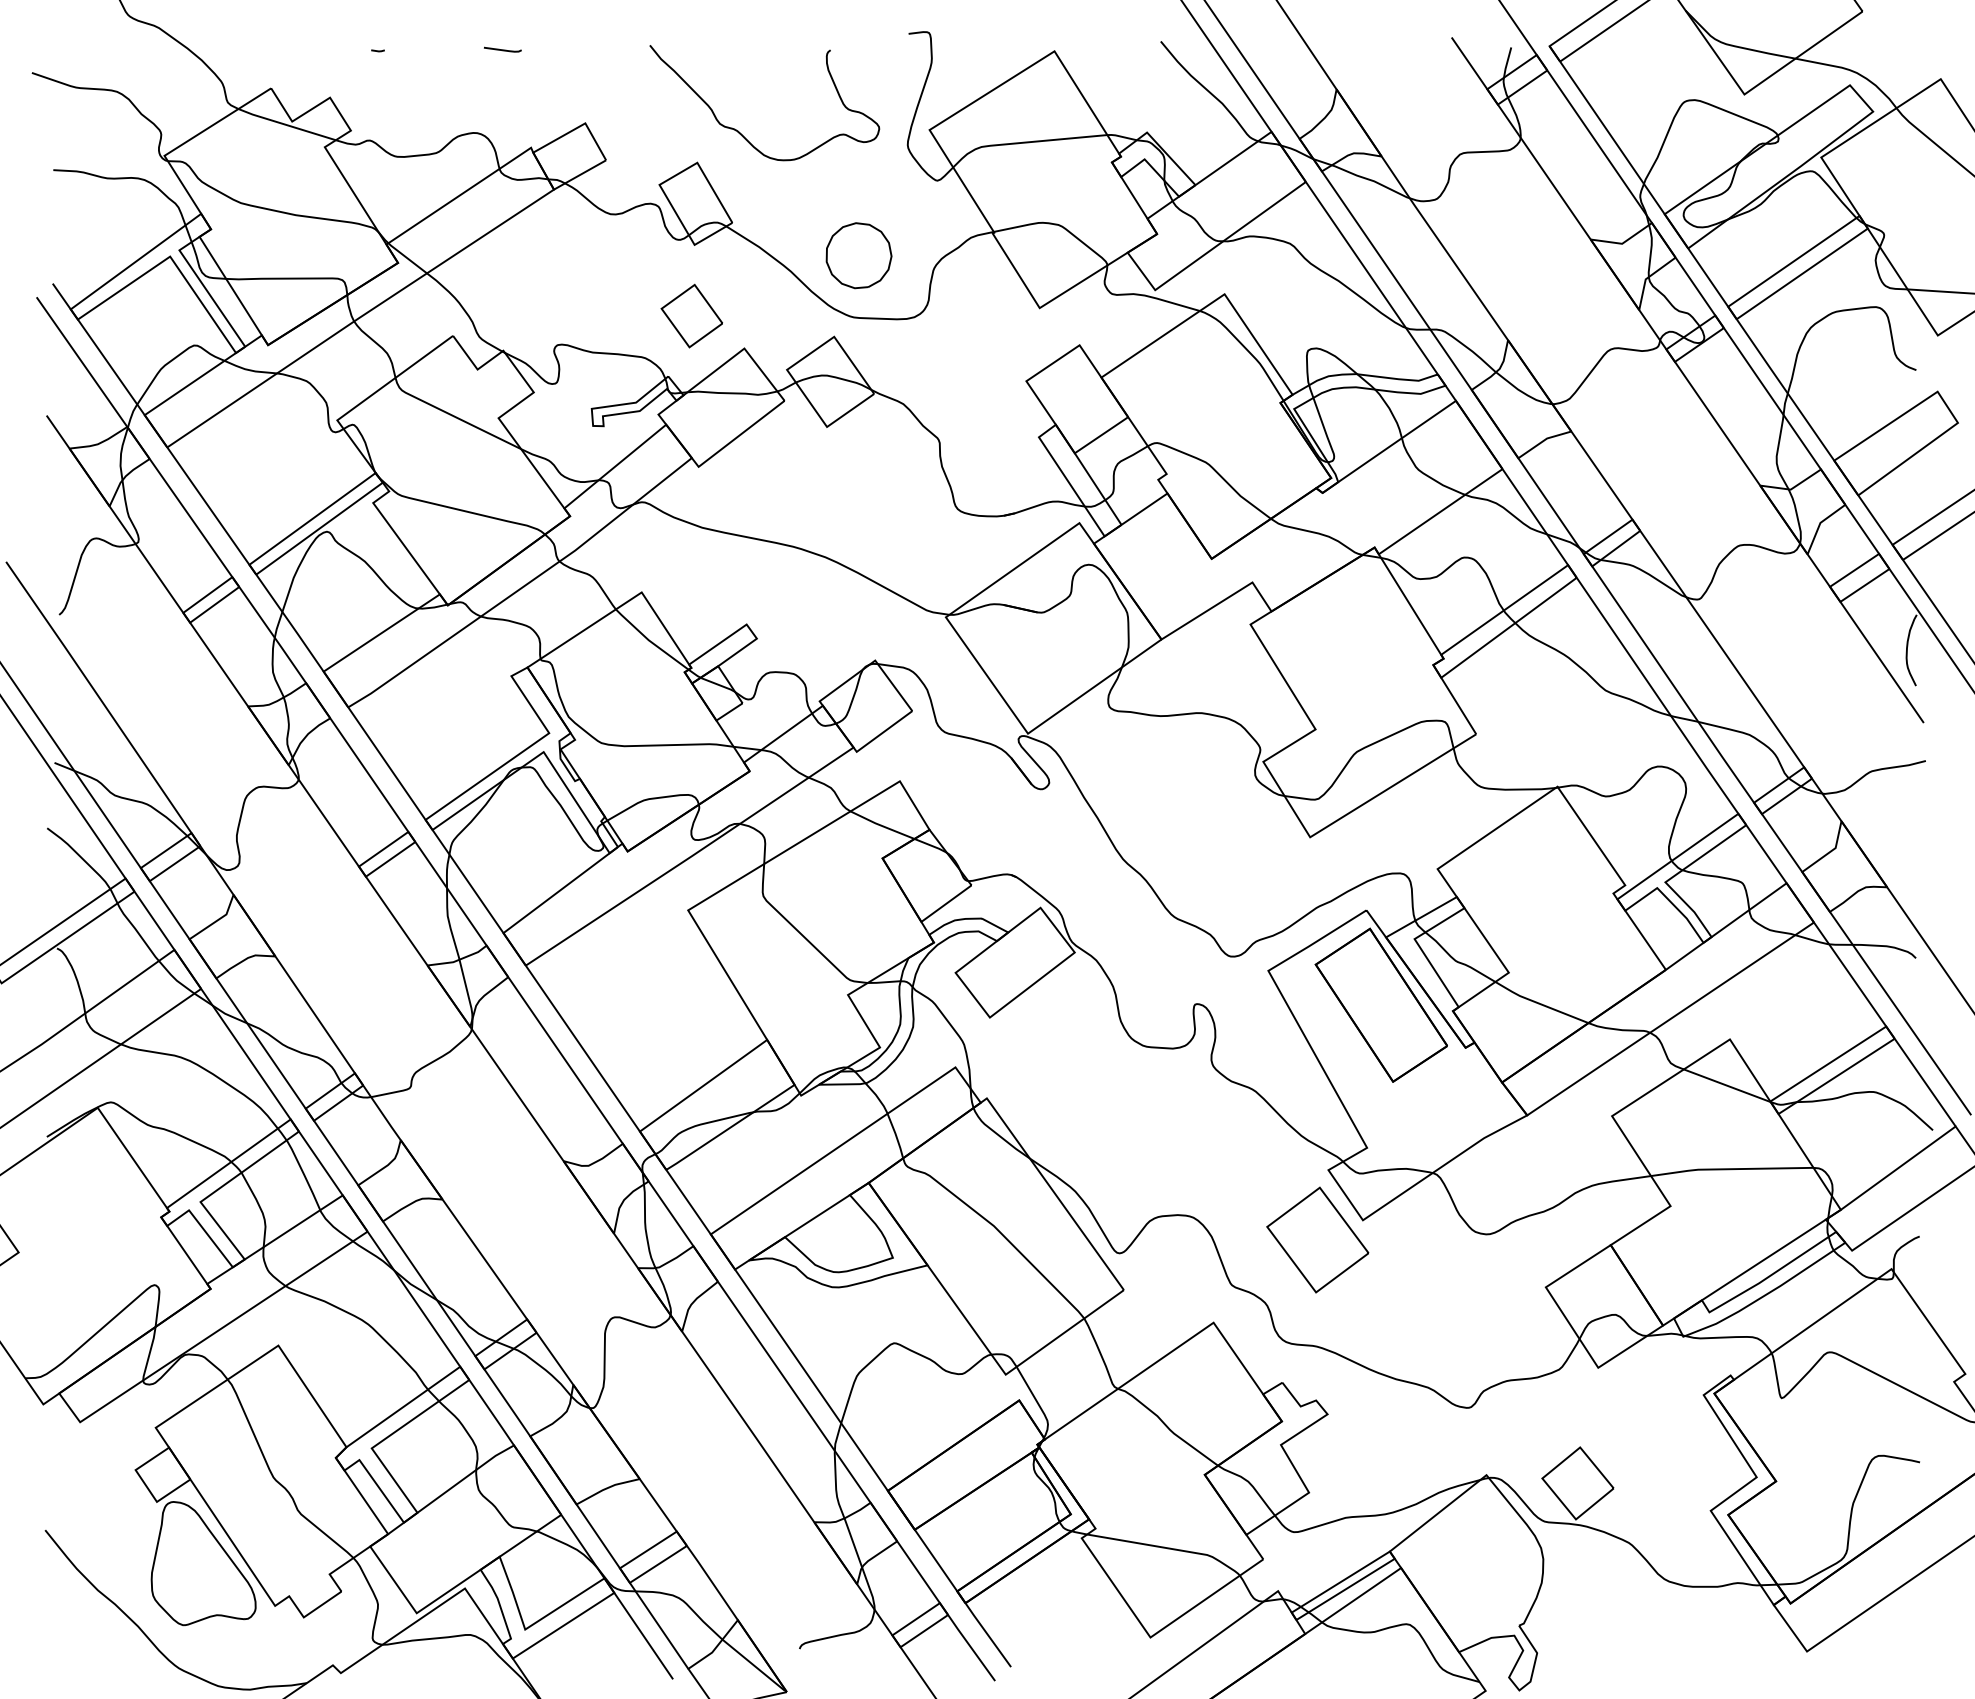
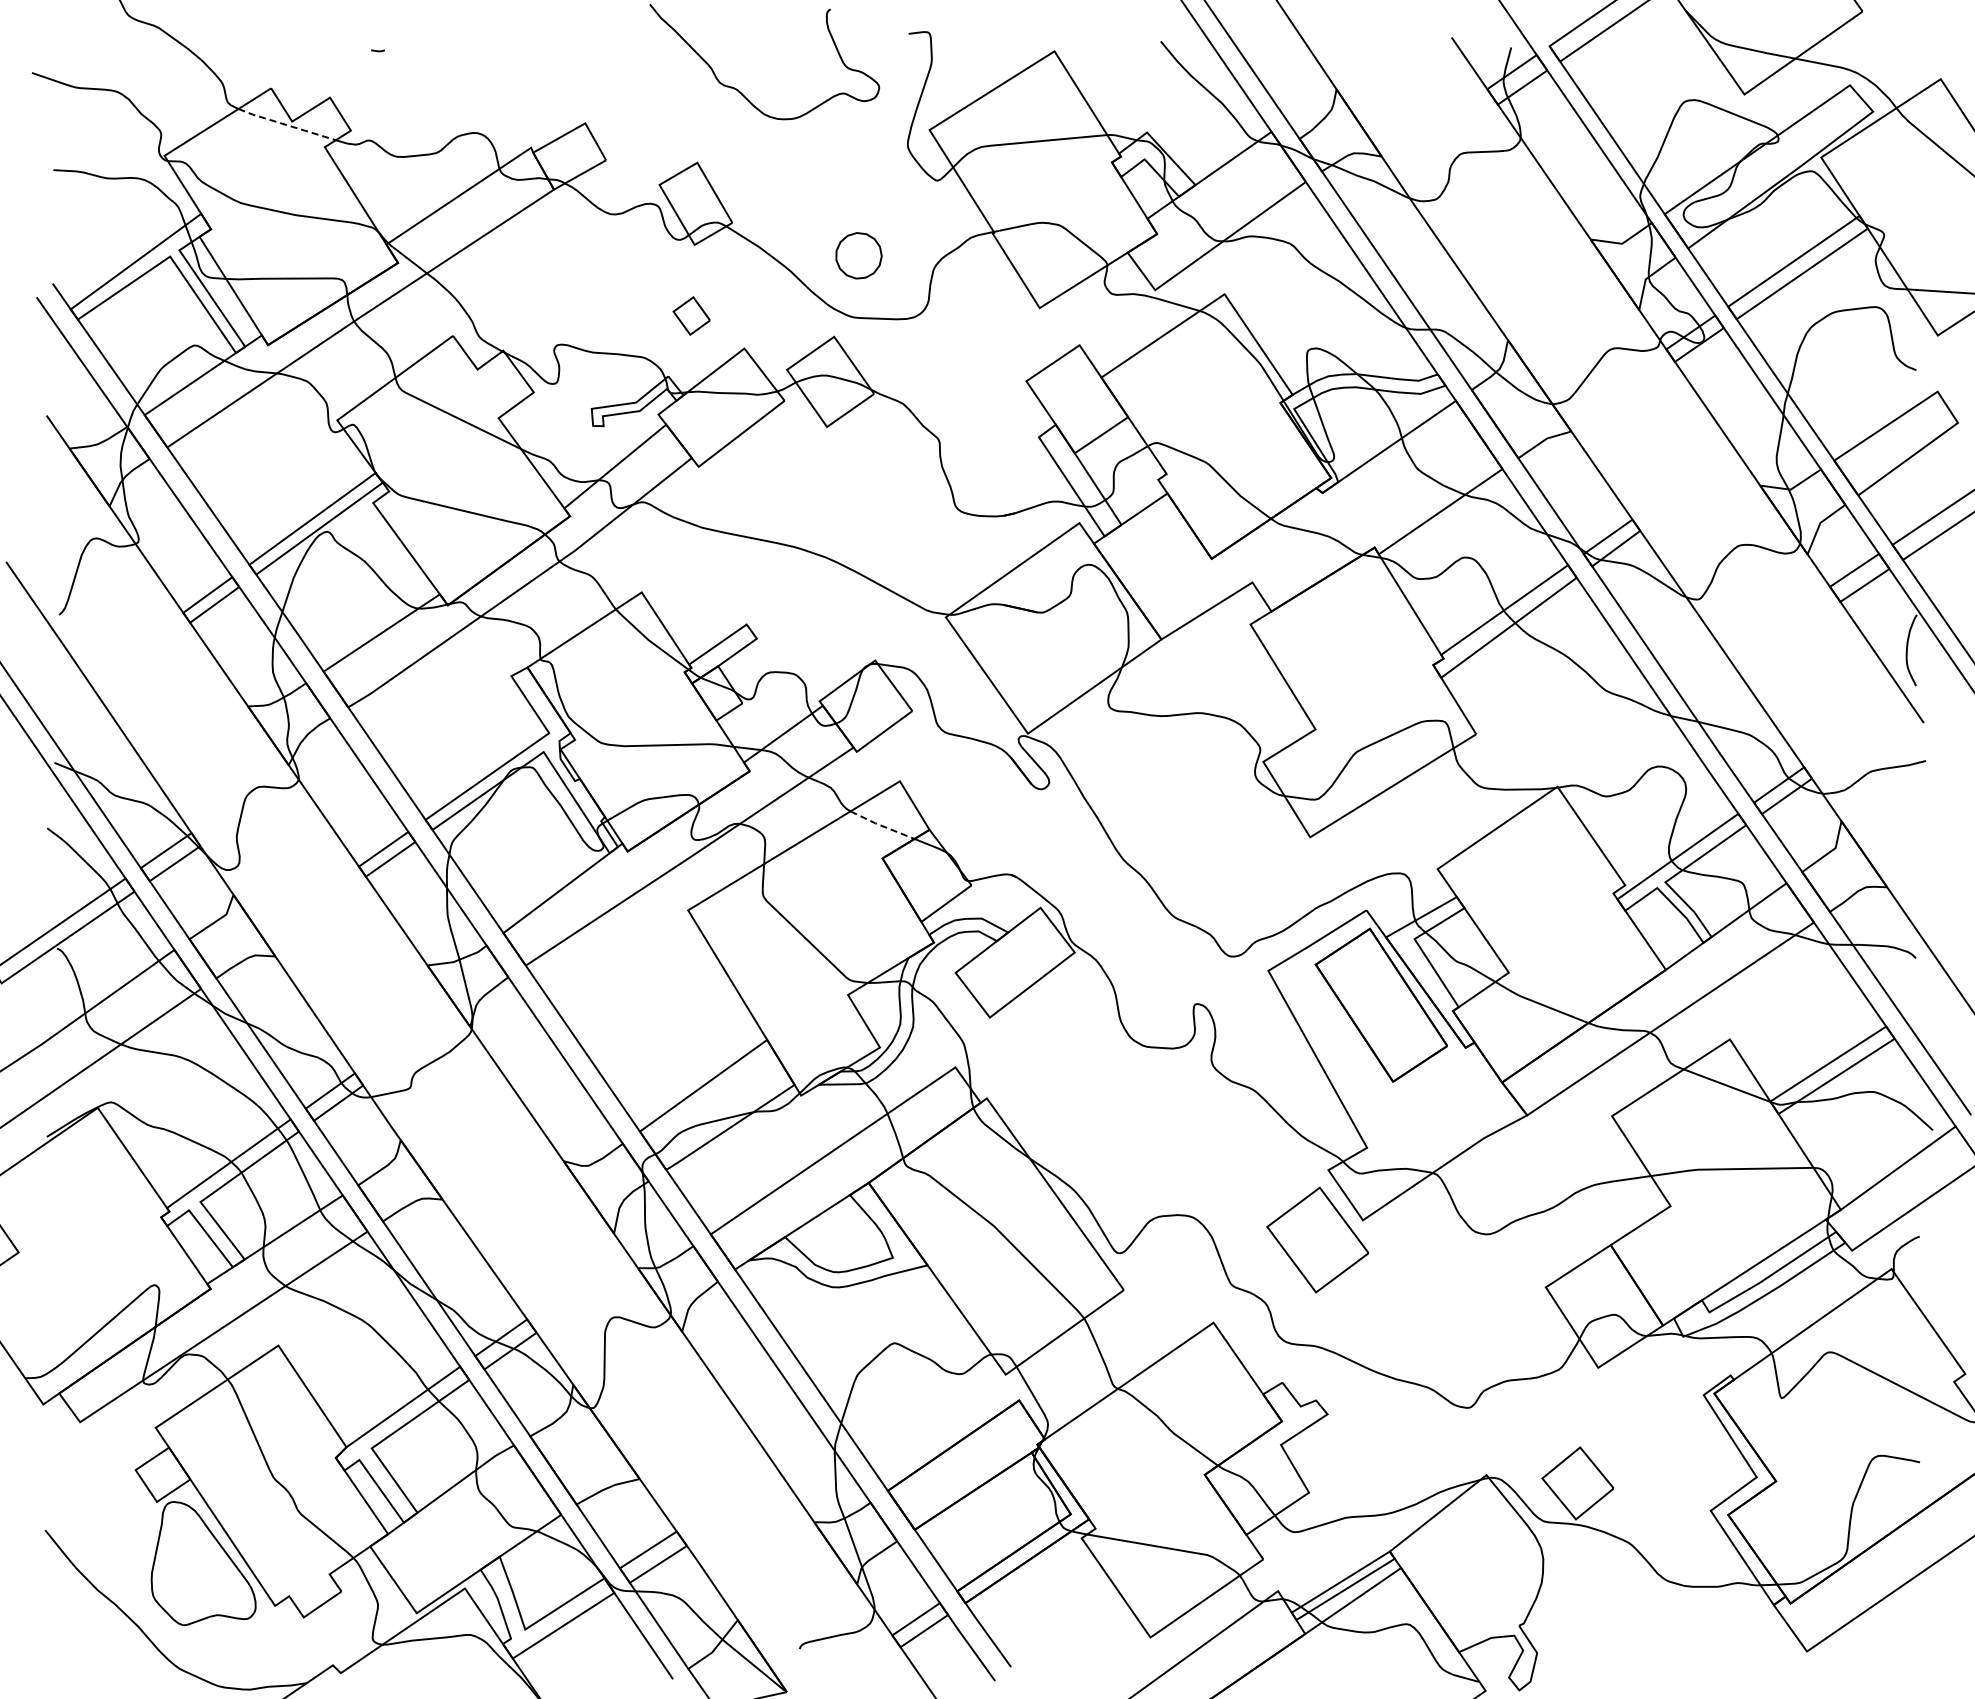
line at (502, 49): present -> none
line at (286, 125): solid -> dashed
curve at (738, 130) position: (738, 130) -> (738, 89)
part at (858, 255) size: 68x68 px -> 48x48 px
part at (691, 315) size: 63x66 px -> 39x40 px
line at (881, 825): solid -> dashed
